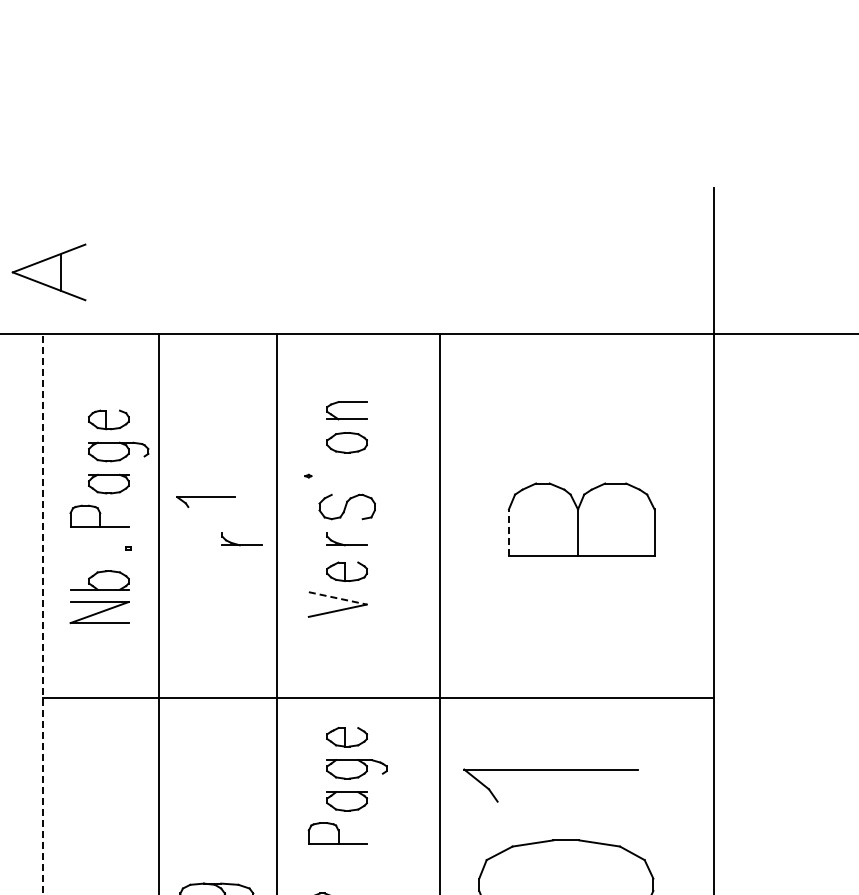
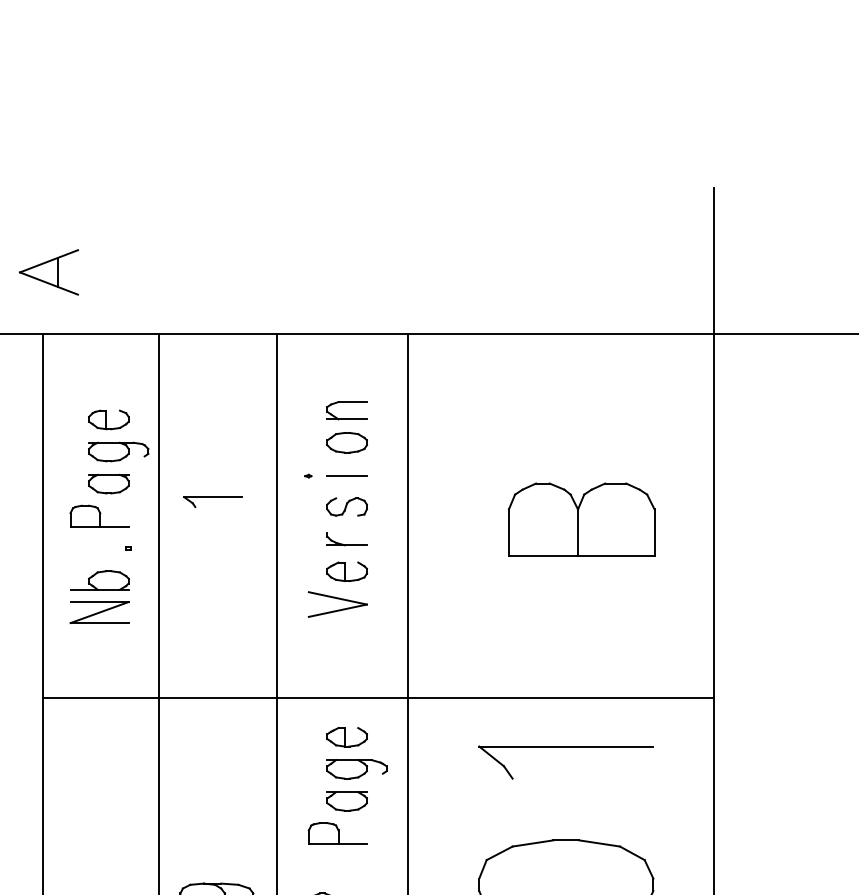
part at (48, 272) size: 76x59 px -> 61x47 px
line at (346, 476): none -> present
part at (205, 501) position: (205, 501) -> (212, 501)
part at (346, 506) size: 58x28 px -> 42x20 px
line at (508, 532): dashed -> solid
part at (241, 539): present -> none
line at (337, 598): dashed -> solid
line at (439, 612) position: (439, 612) -> (407, 612)
line at (43, 614): dashed -> solid
part at (550, 770) position: (550, 770) -> (565, 747)
